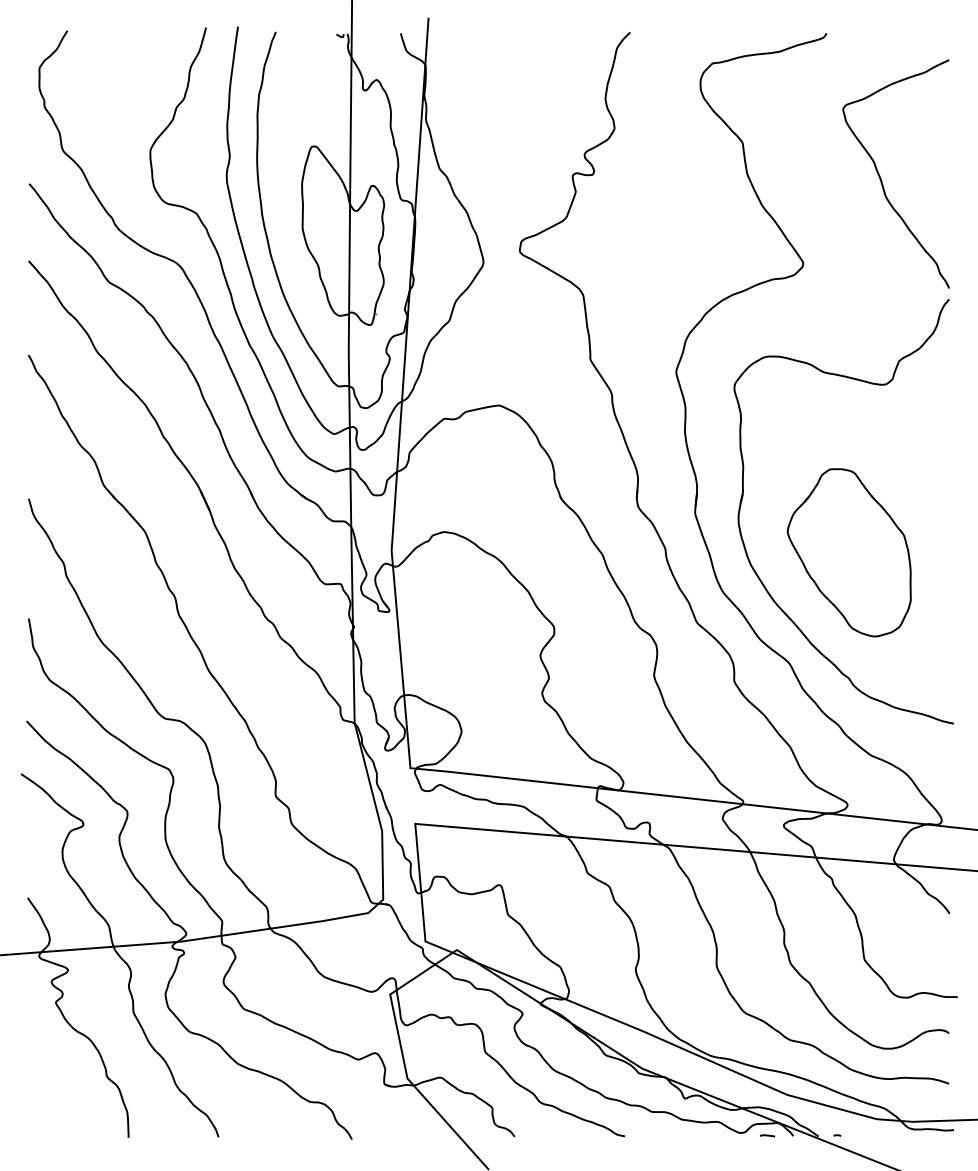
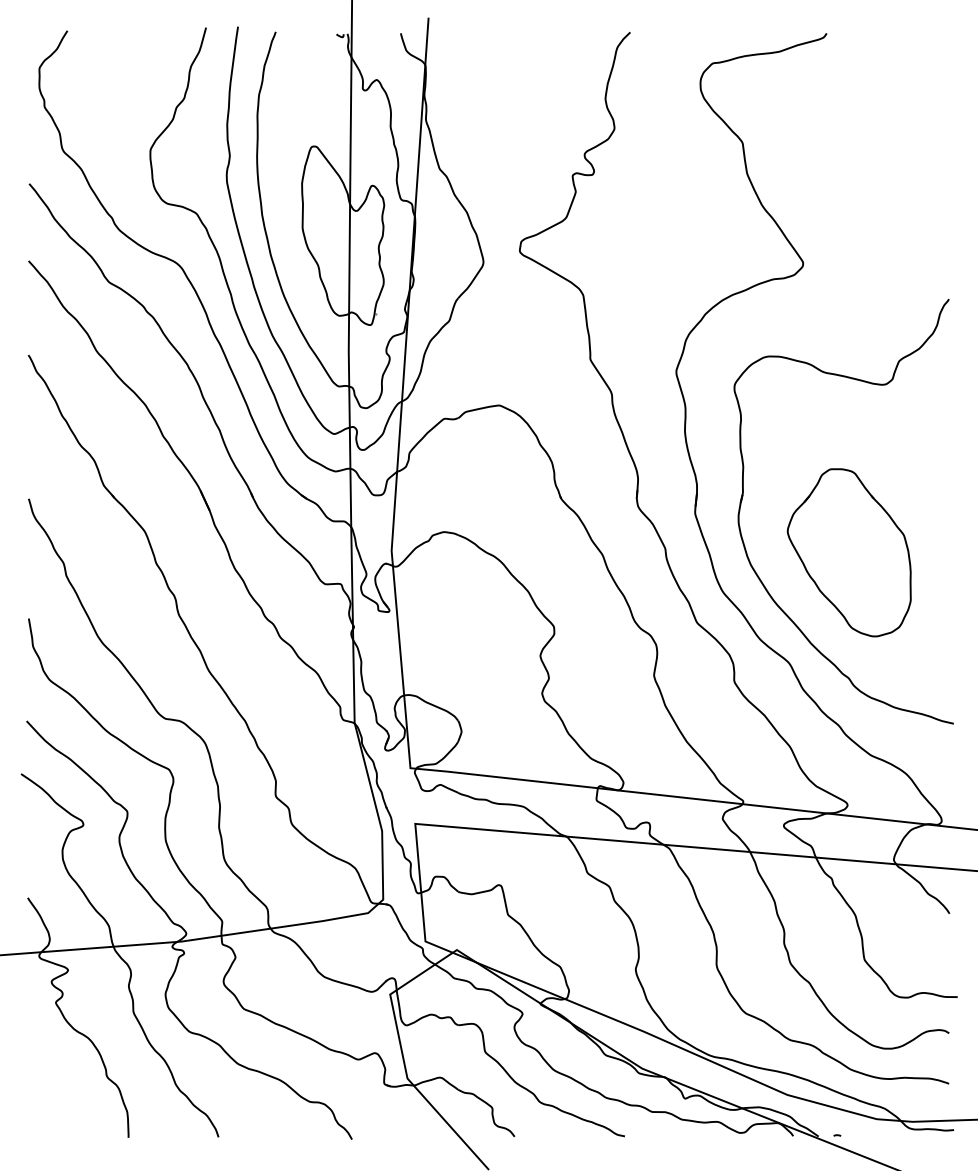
curve at (881, 178): present -> none
line at (767, 1135): present -> none
